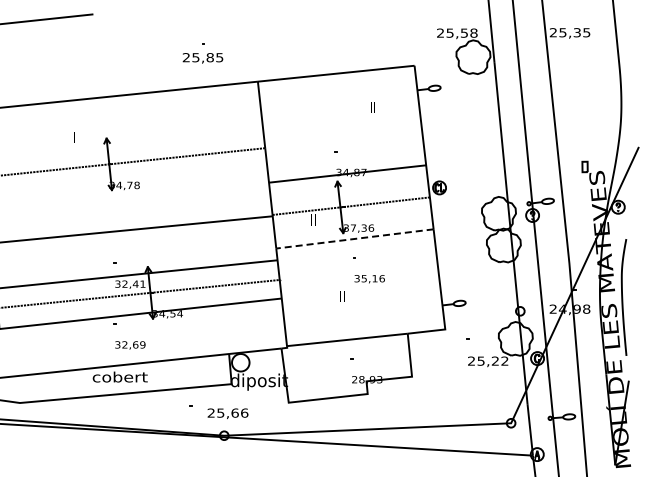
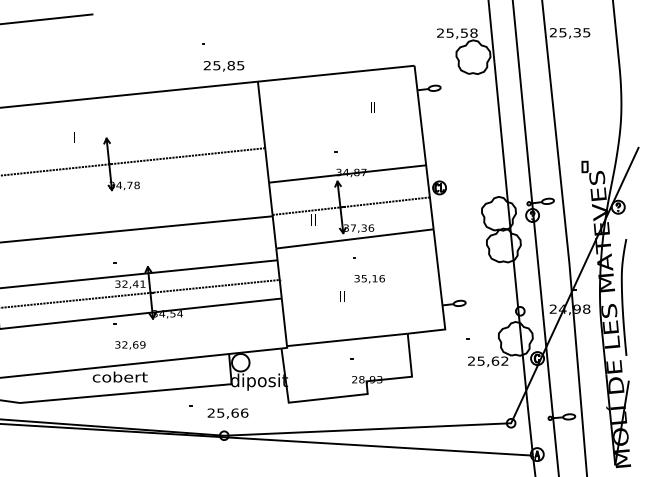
text at (202, 58) position: (202, 58) -> (223, 66)
line at (354, 238): dashed -> solid
text at (495, 360): 25,22 -> 25,62
